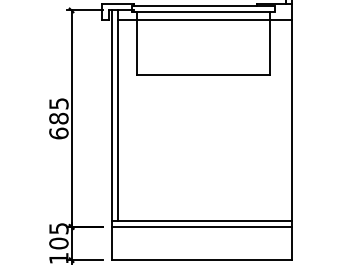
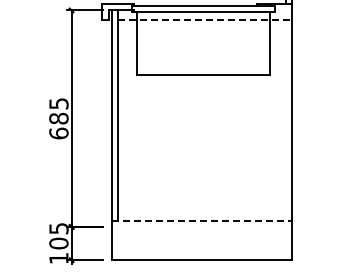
line at (204, 19): solid -> dashed
line at (202, 221): solid -> dashed
line at (201, 226): present -> none
